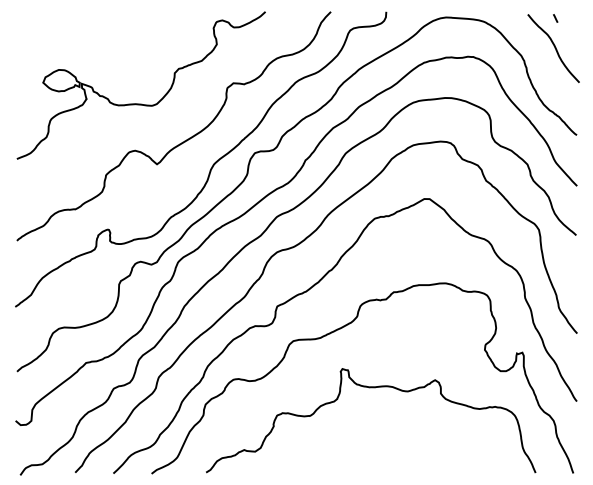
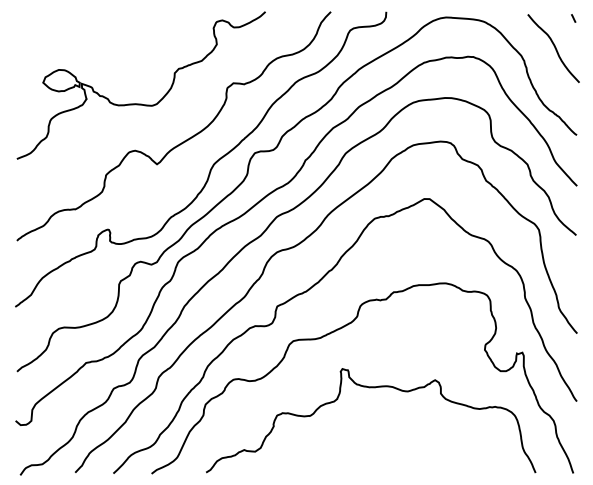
line at (555, 18) position: (555, 18) -> (573, 18)
